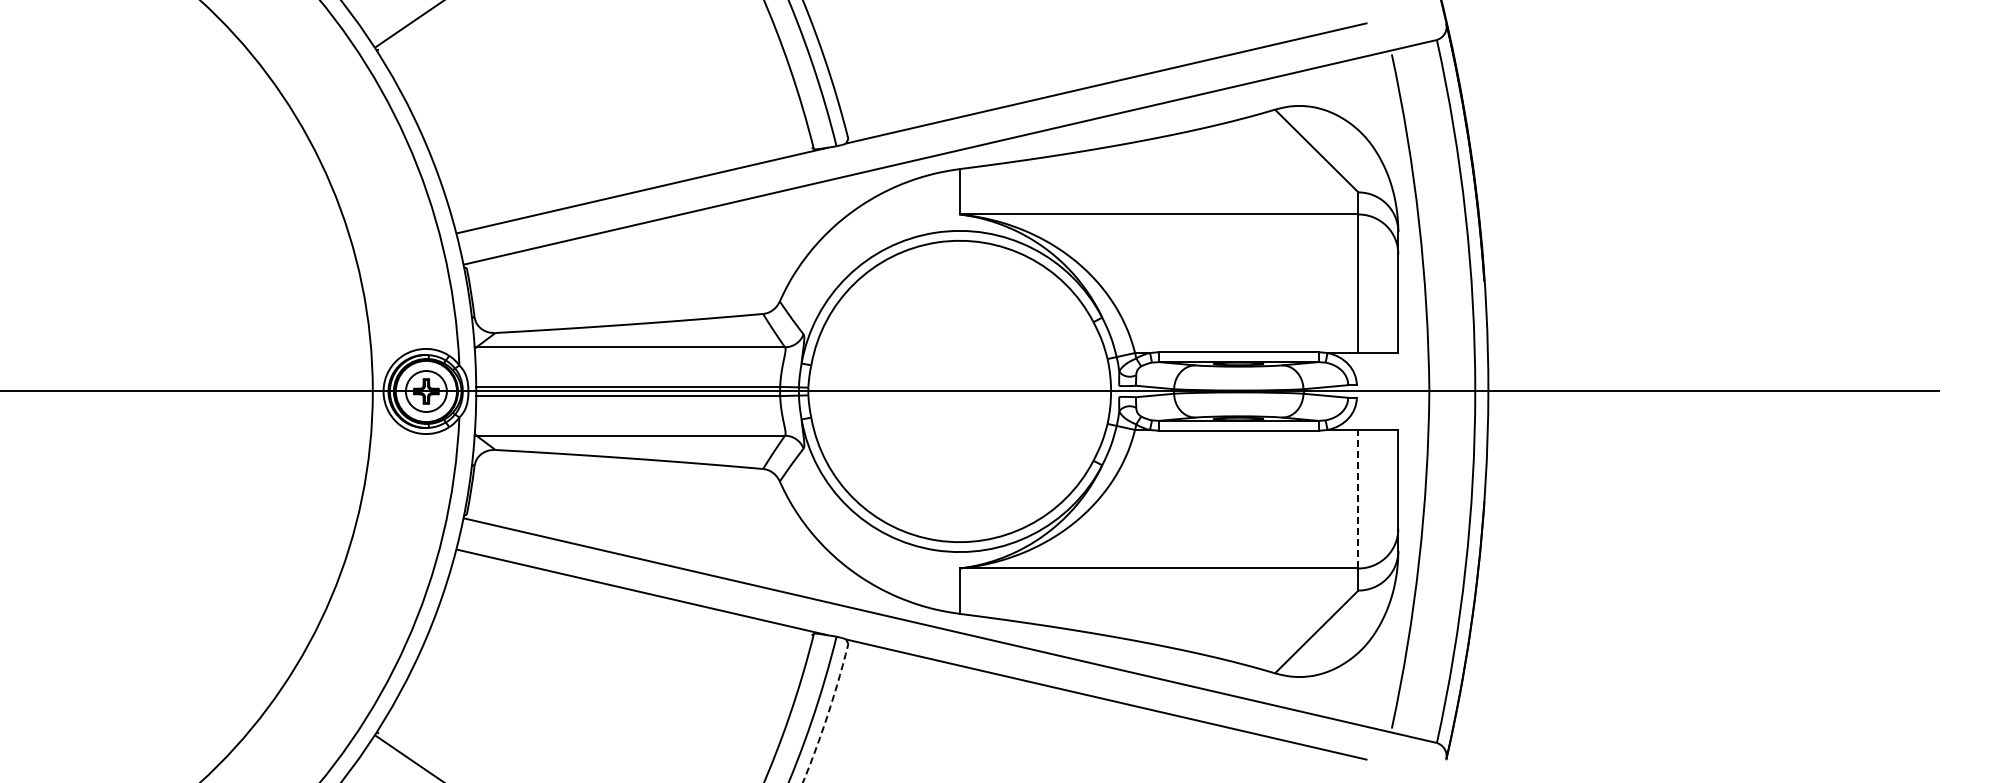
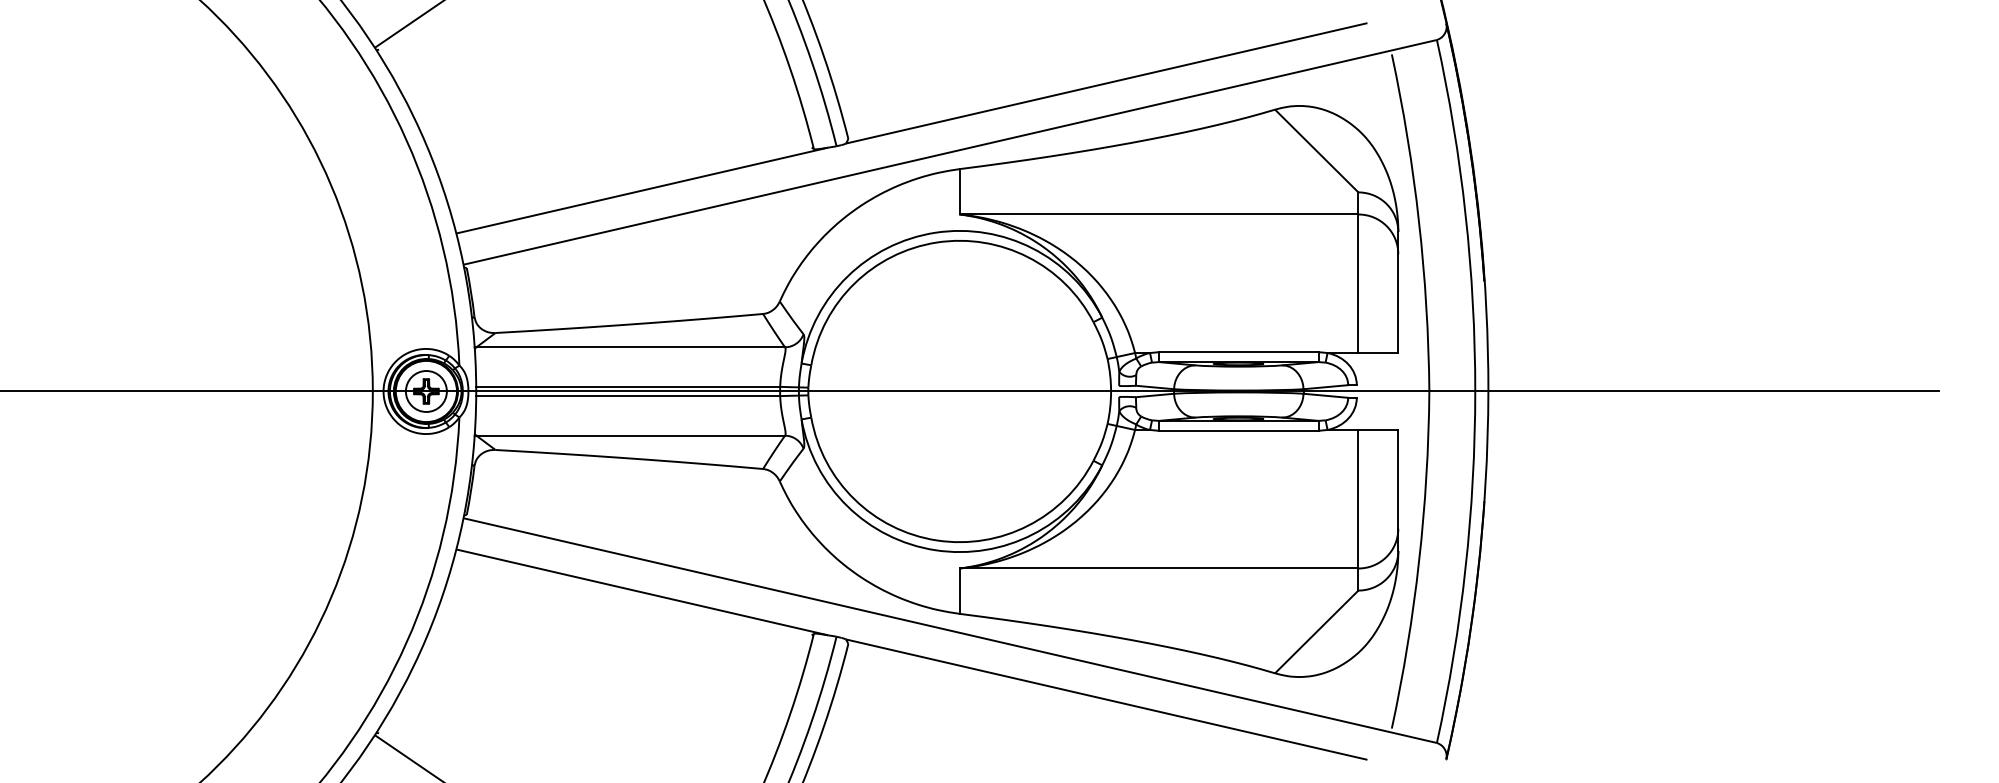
line at (1358, 498): dashed -> solid
arc at (828, 713): dashed -> solid
